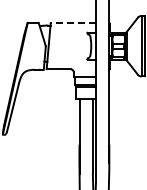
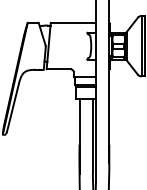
line at (73, 23): dashed -> solid
